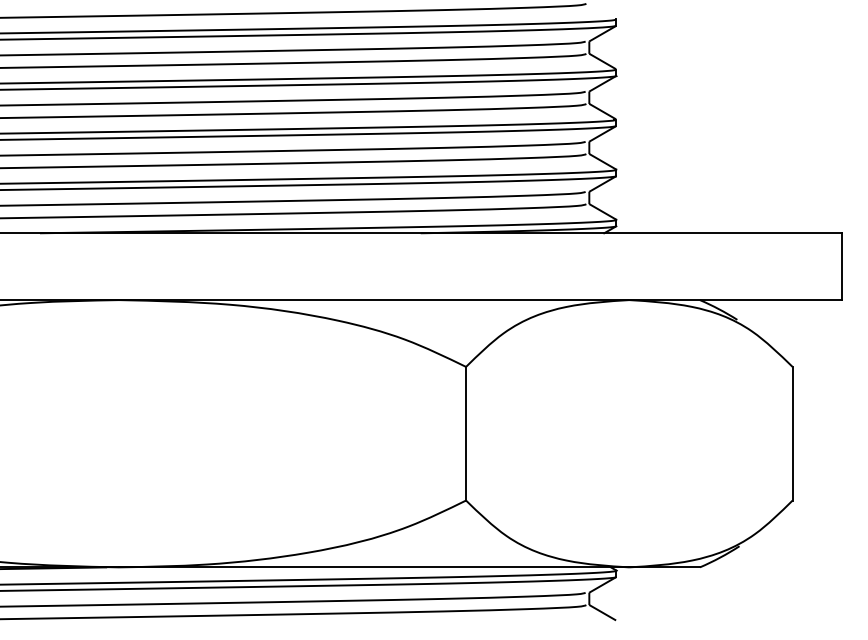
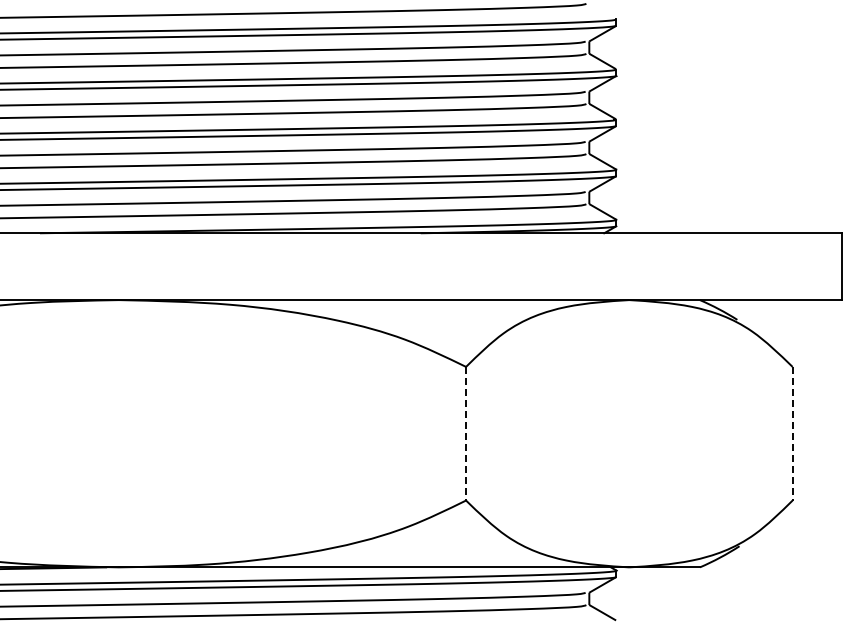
line at (466, 433): solid -> dashed
line at (792, 433): solid -> dashed
